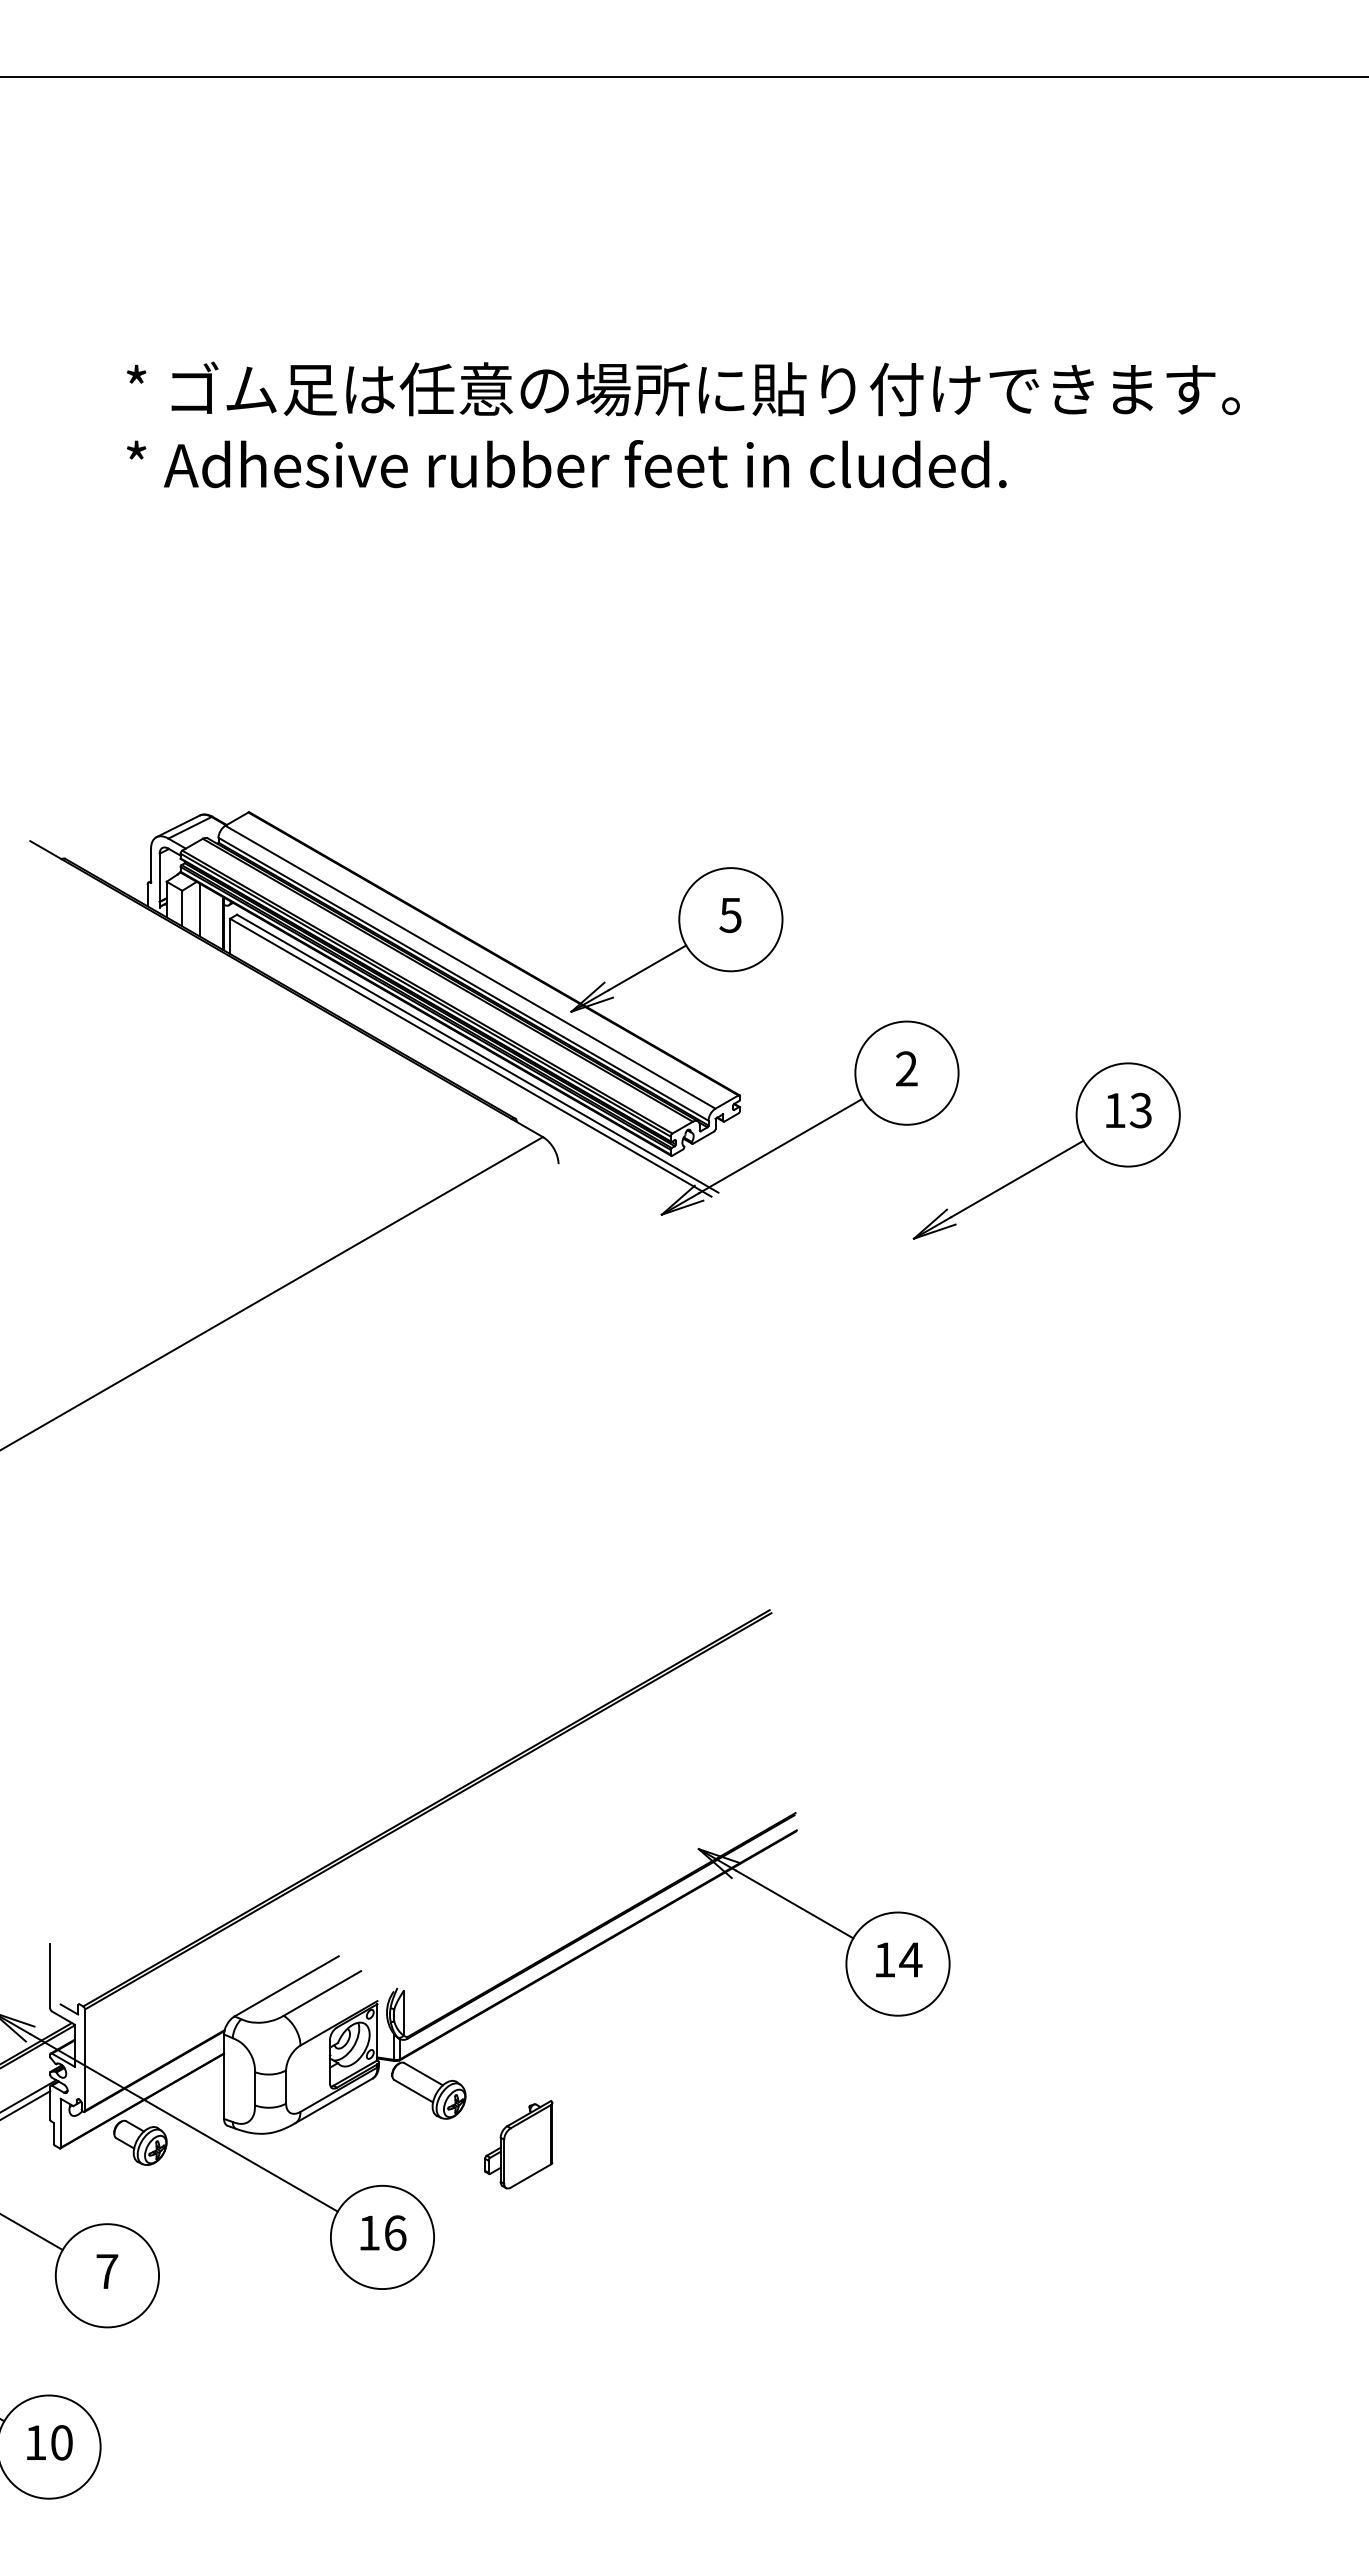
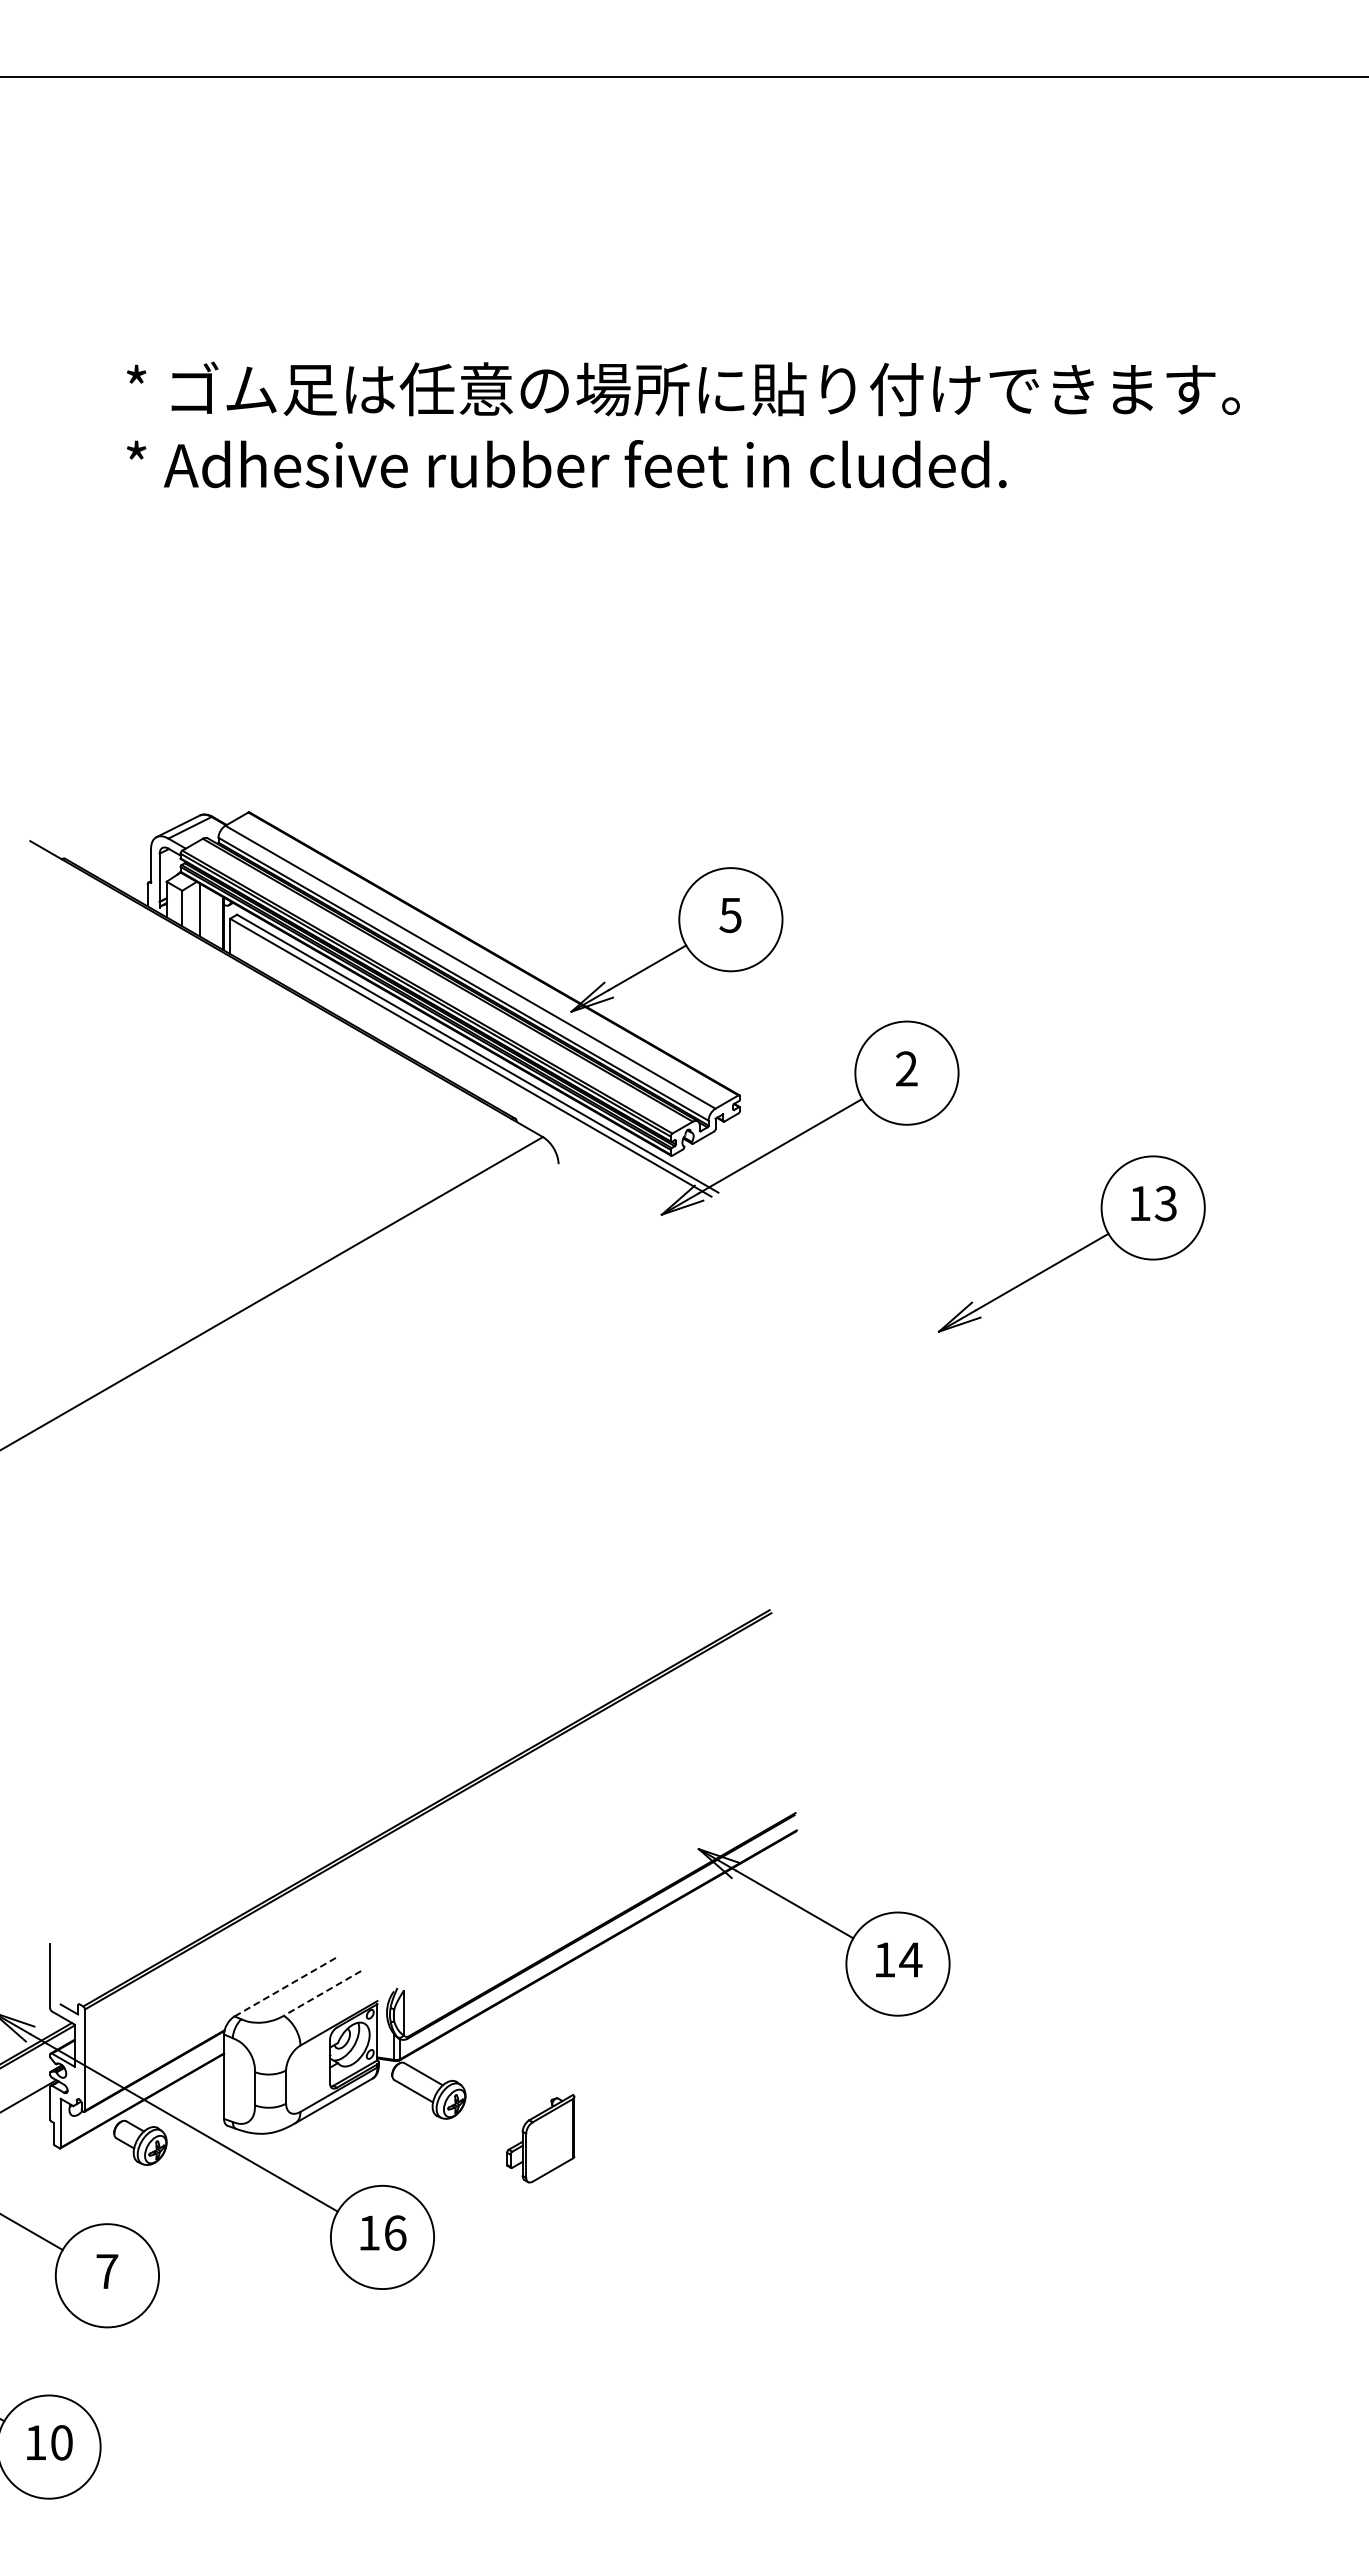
part at (1050, 1158) position: (1050, 1158) -> (1075, 1251)
line at (287, 1986): solid -> dashed
line at (322, 1993): solid -> dashed
line at (26, 2104): present -> none
part at (518, 2144) position: (518, 2144) -> (540, 2138)
